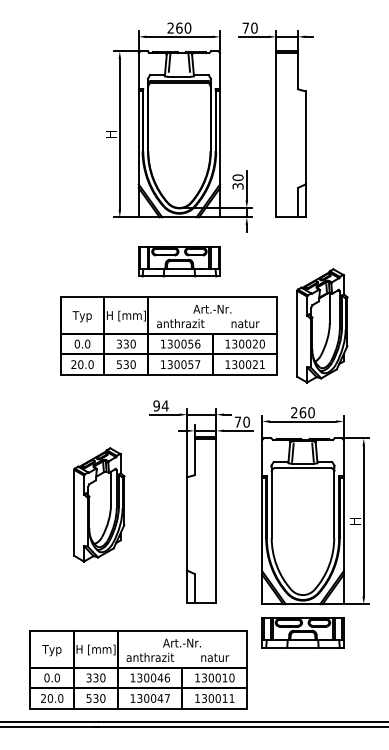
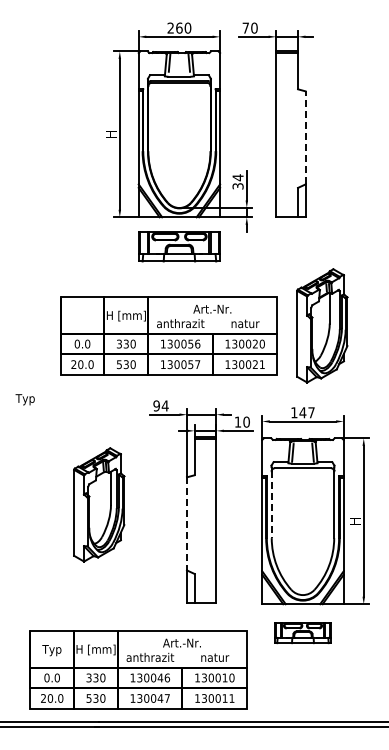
line at (305, 137): solid -> dashed
text at (237, 177): 30 -> 34
part at (179, 261) position: (179, 261) -> (179, 246)
text at (81, 316) position: (81, 316) -> (24, 399)
text at (302, 412): 260 -> 147
text at (237, 421): 70 -> 10
line at (271, 505): solid -> dashed
line at (186, 523): solid -> dashed
part at (302, 632) size: 84x32 px -> 58x23 px
